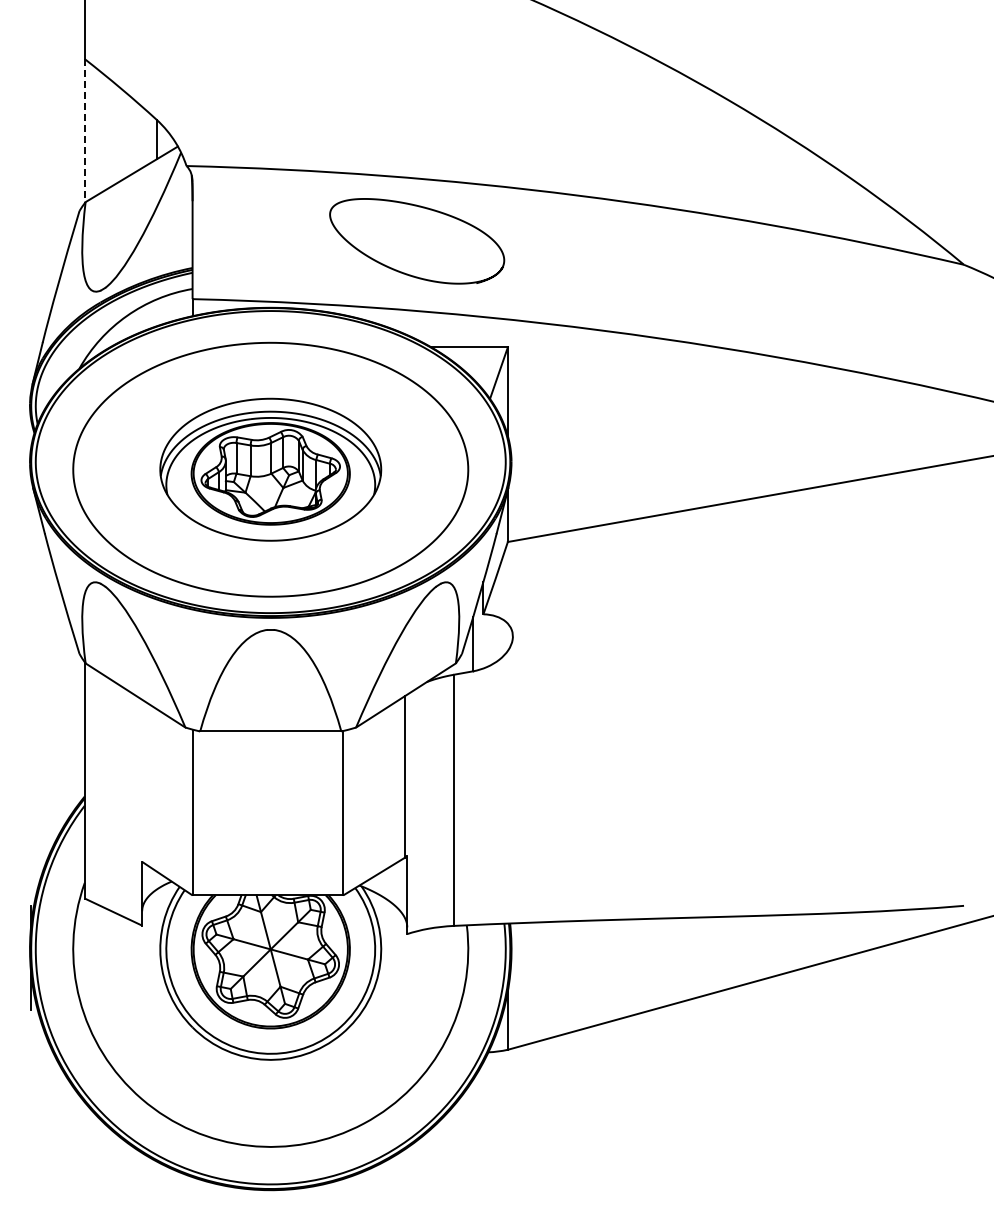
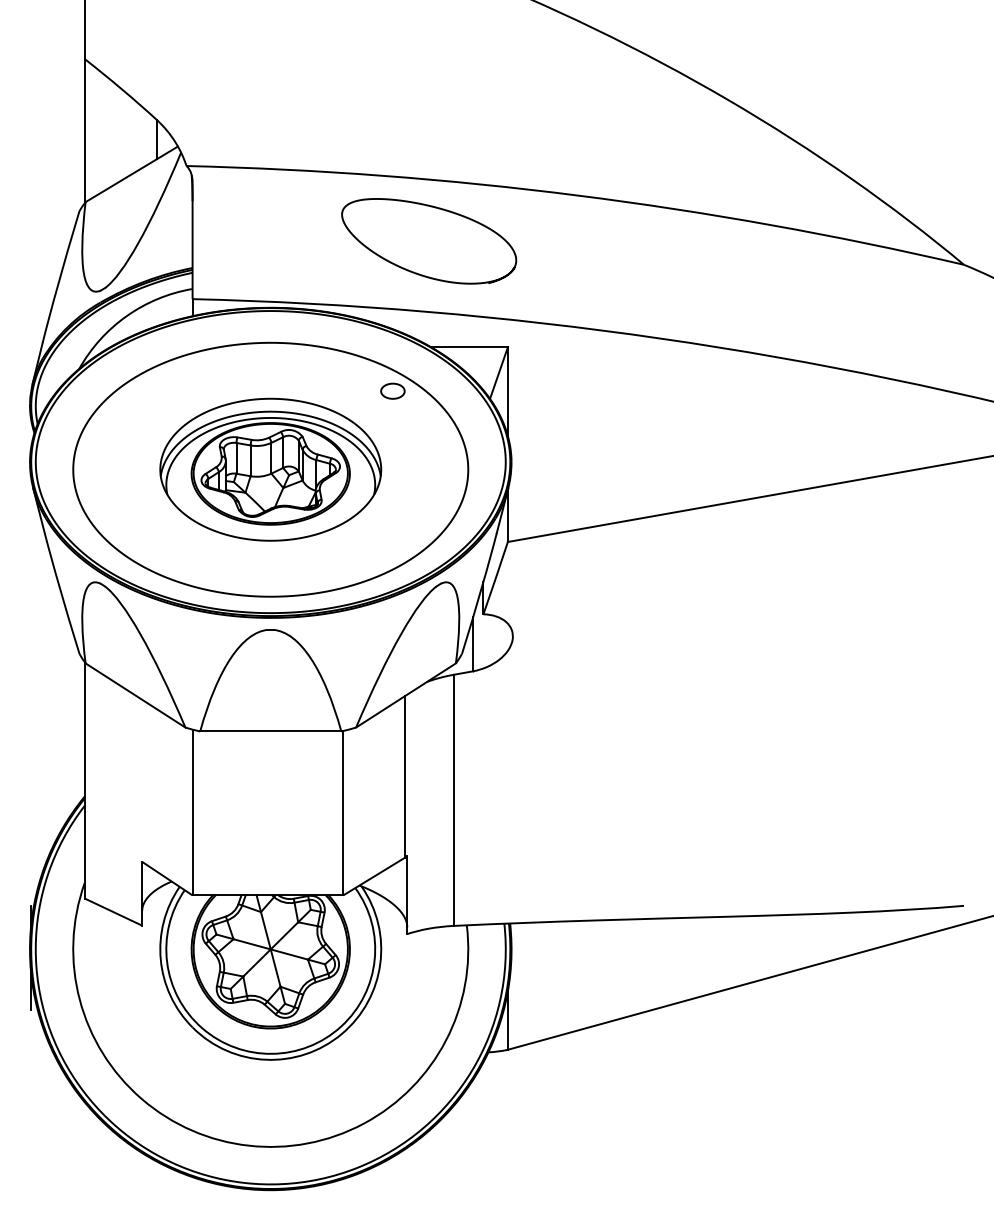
line at (84, 131): dashed -> solid
curve at (426, 209) position: (426, 209) -> (438, 209)
part at (392, 390): none -> present
